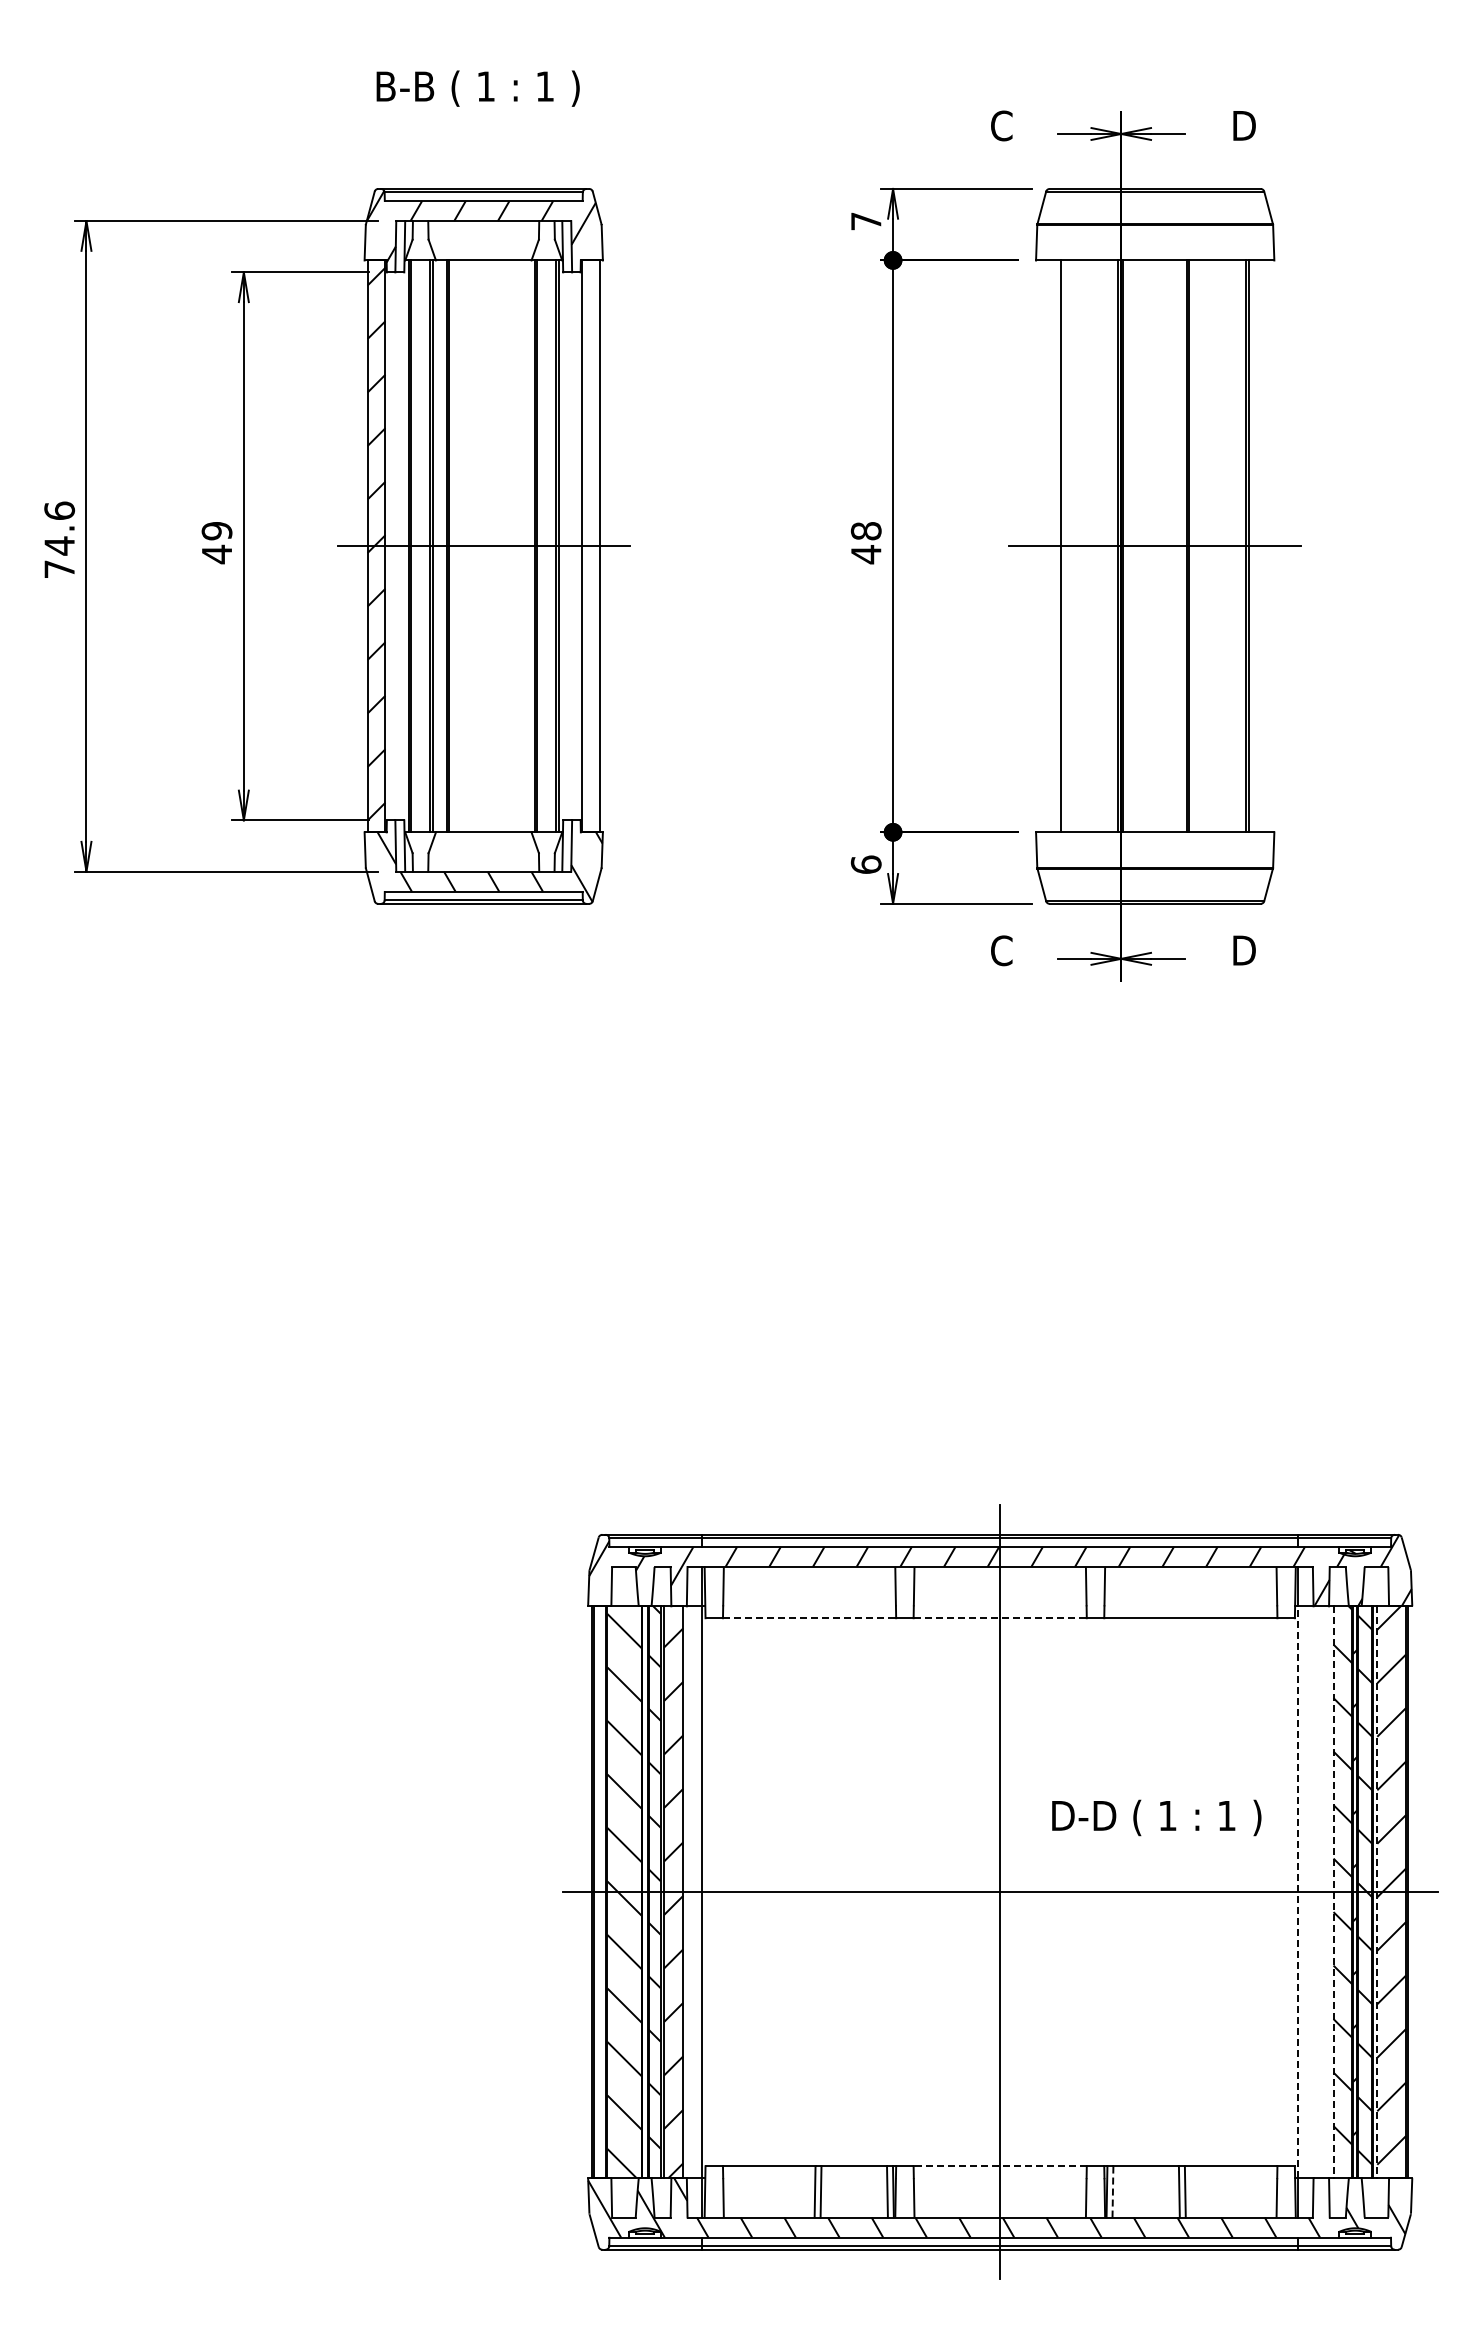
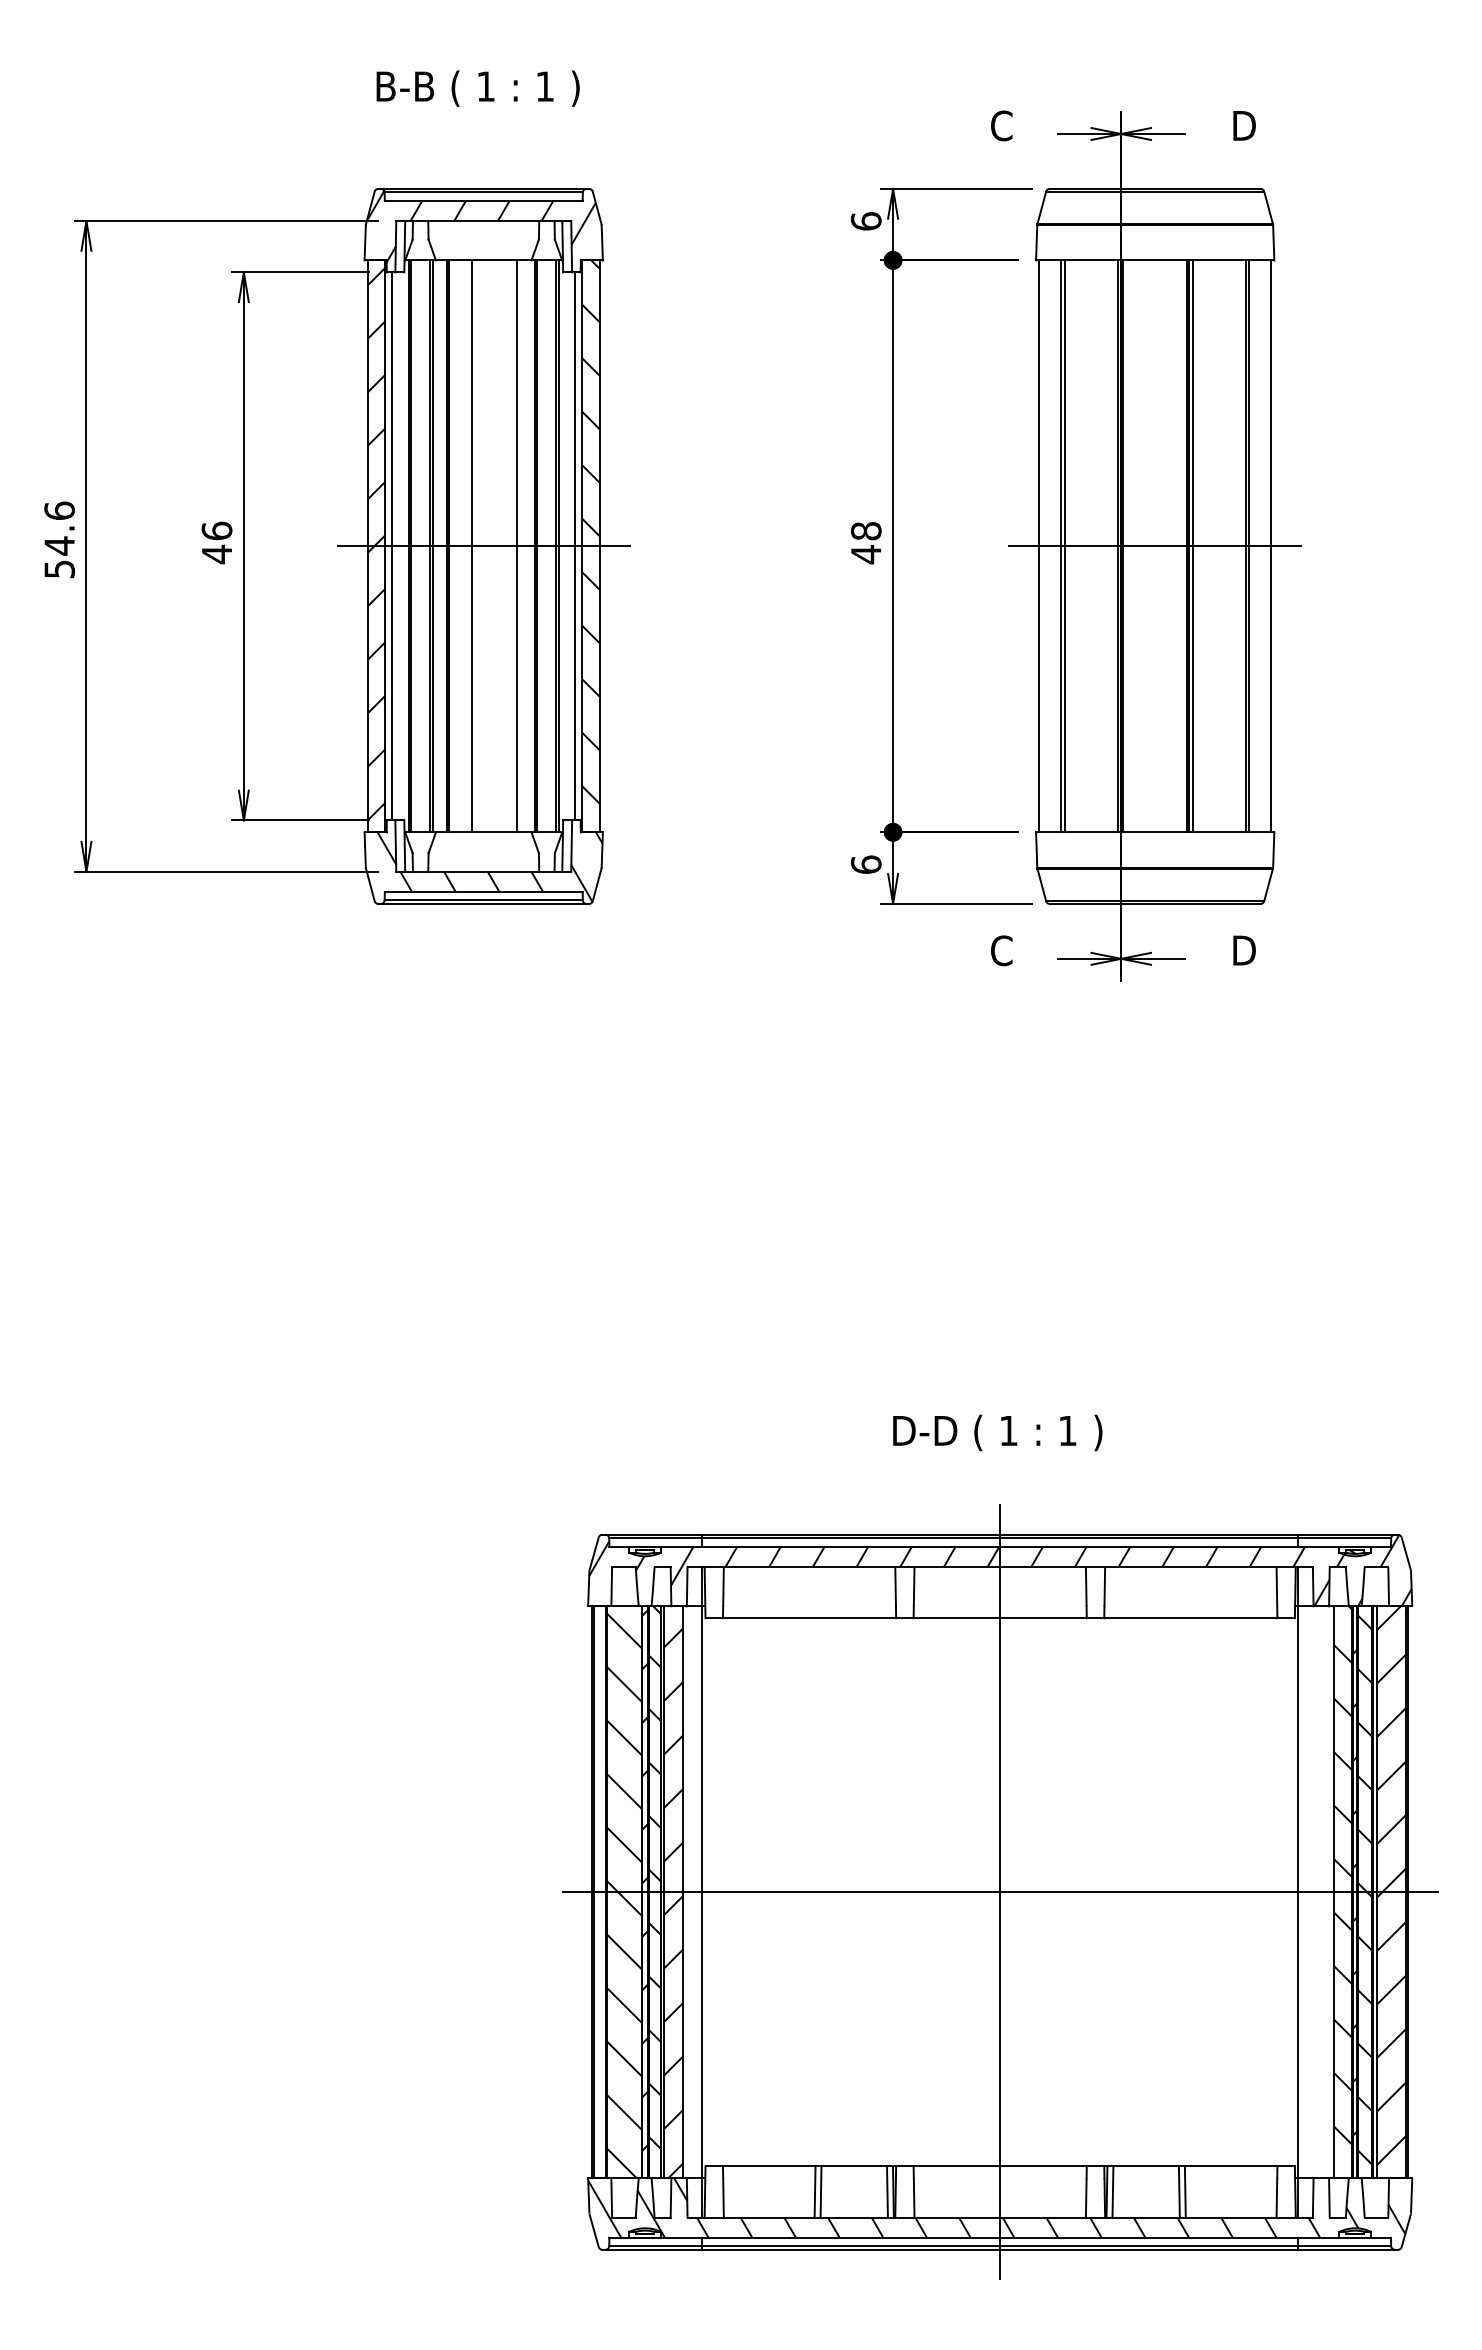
text at (865, 221): 7 -> 6
text at (216, 530): 49 -> 46
hatch at (590, 531): none -> present
line at (392, 546): none -> present
line at (472, 546): none -> present
line at (517, 546): none -> present
line at (575, 546): none -> present
line at (1039, 546): none -> present
line at (1064, 546): none -> present
line at (1192, 546): none -> present
line at (1271, 546): none -> present
text at (59, 569): 74.6 -> 54.6
line at (809, 1618): dashed -> solid
line at (1000, 1618): dashed -> solid
text at (1156, 1817) position: (1156, 1817) -> (997, 1432)
hatch at (644, 1880): none -> present
line at (1298, 1892): dashed -> solid
line at (1333, 1892): dashed -> solid
line at (1377, 1892): dashed -> solid
line at (1000, 2166): dashed -> solid
line at (1112, 2191): dashed -> solid
